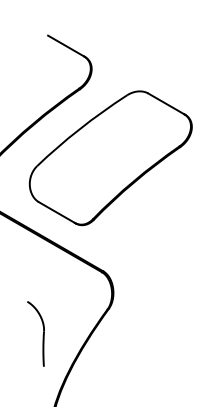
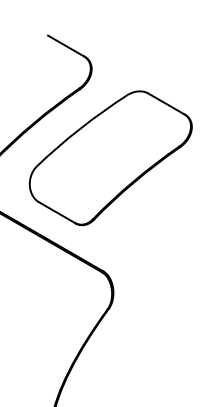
part at (42, 335): present -> none
